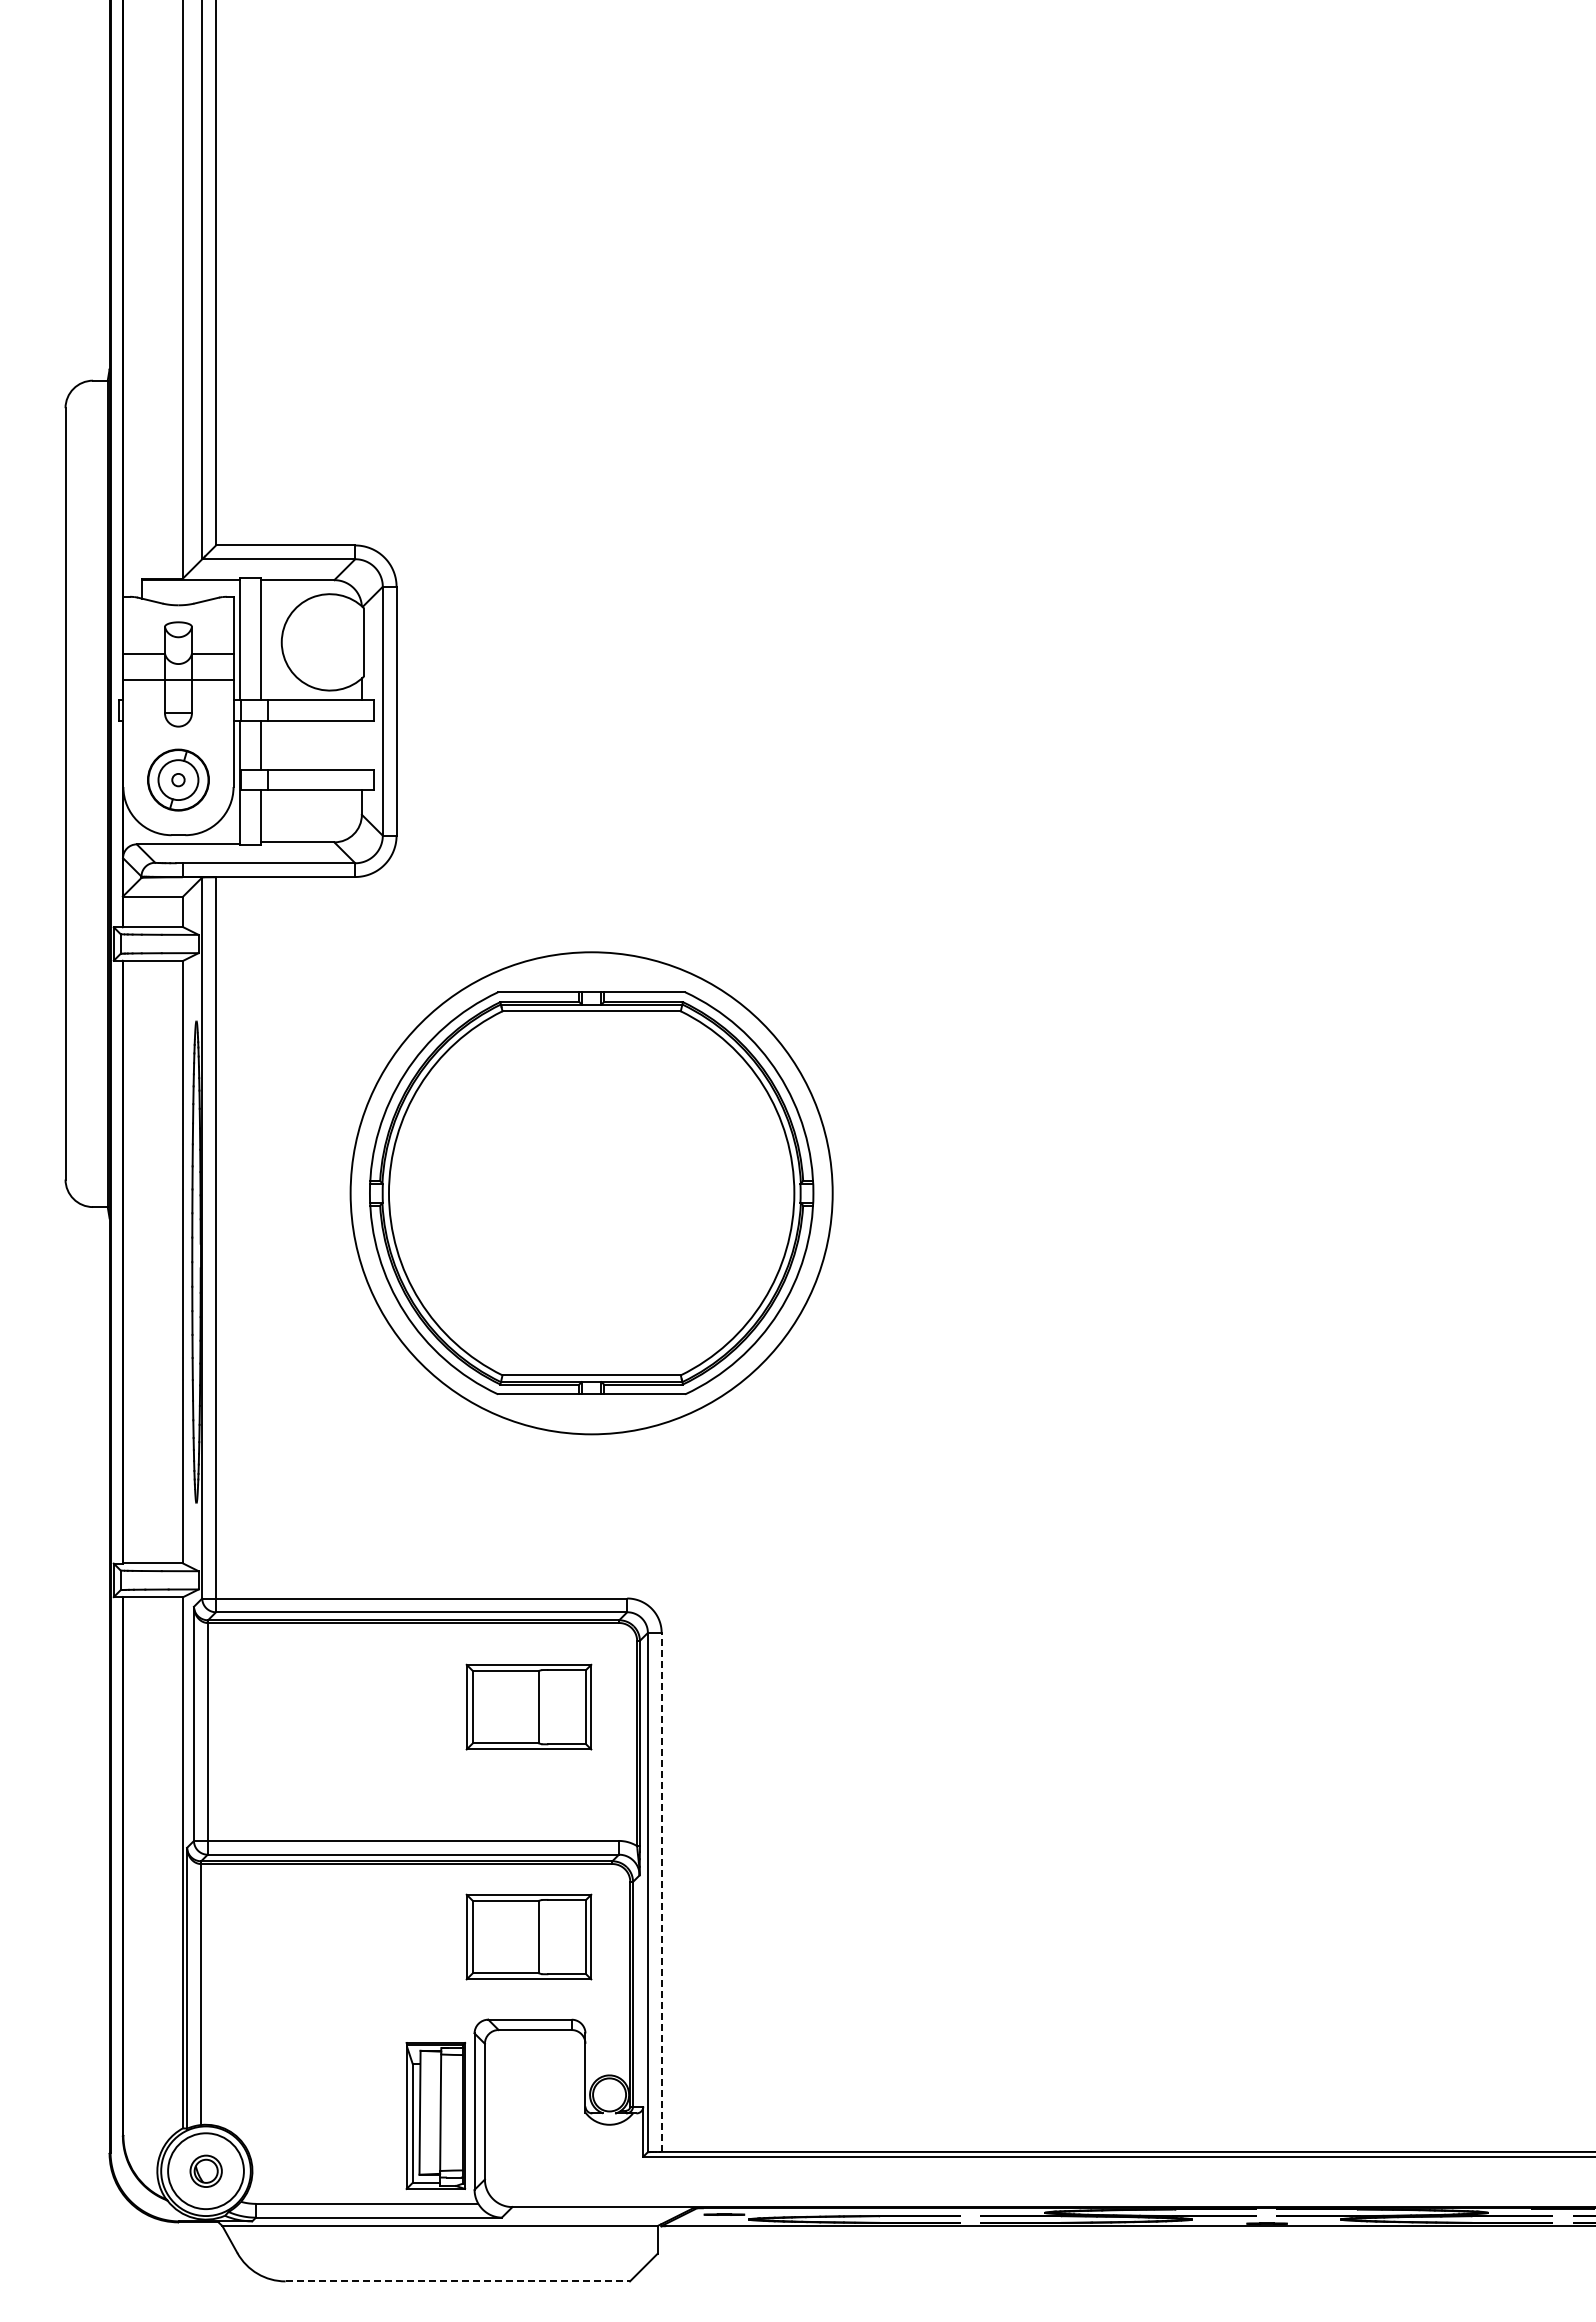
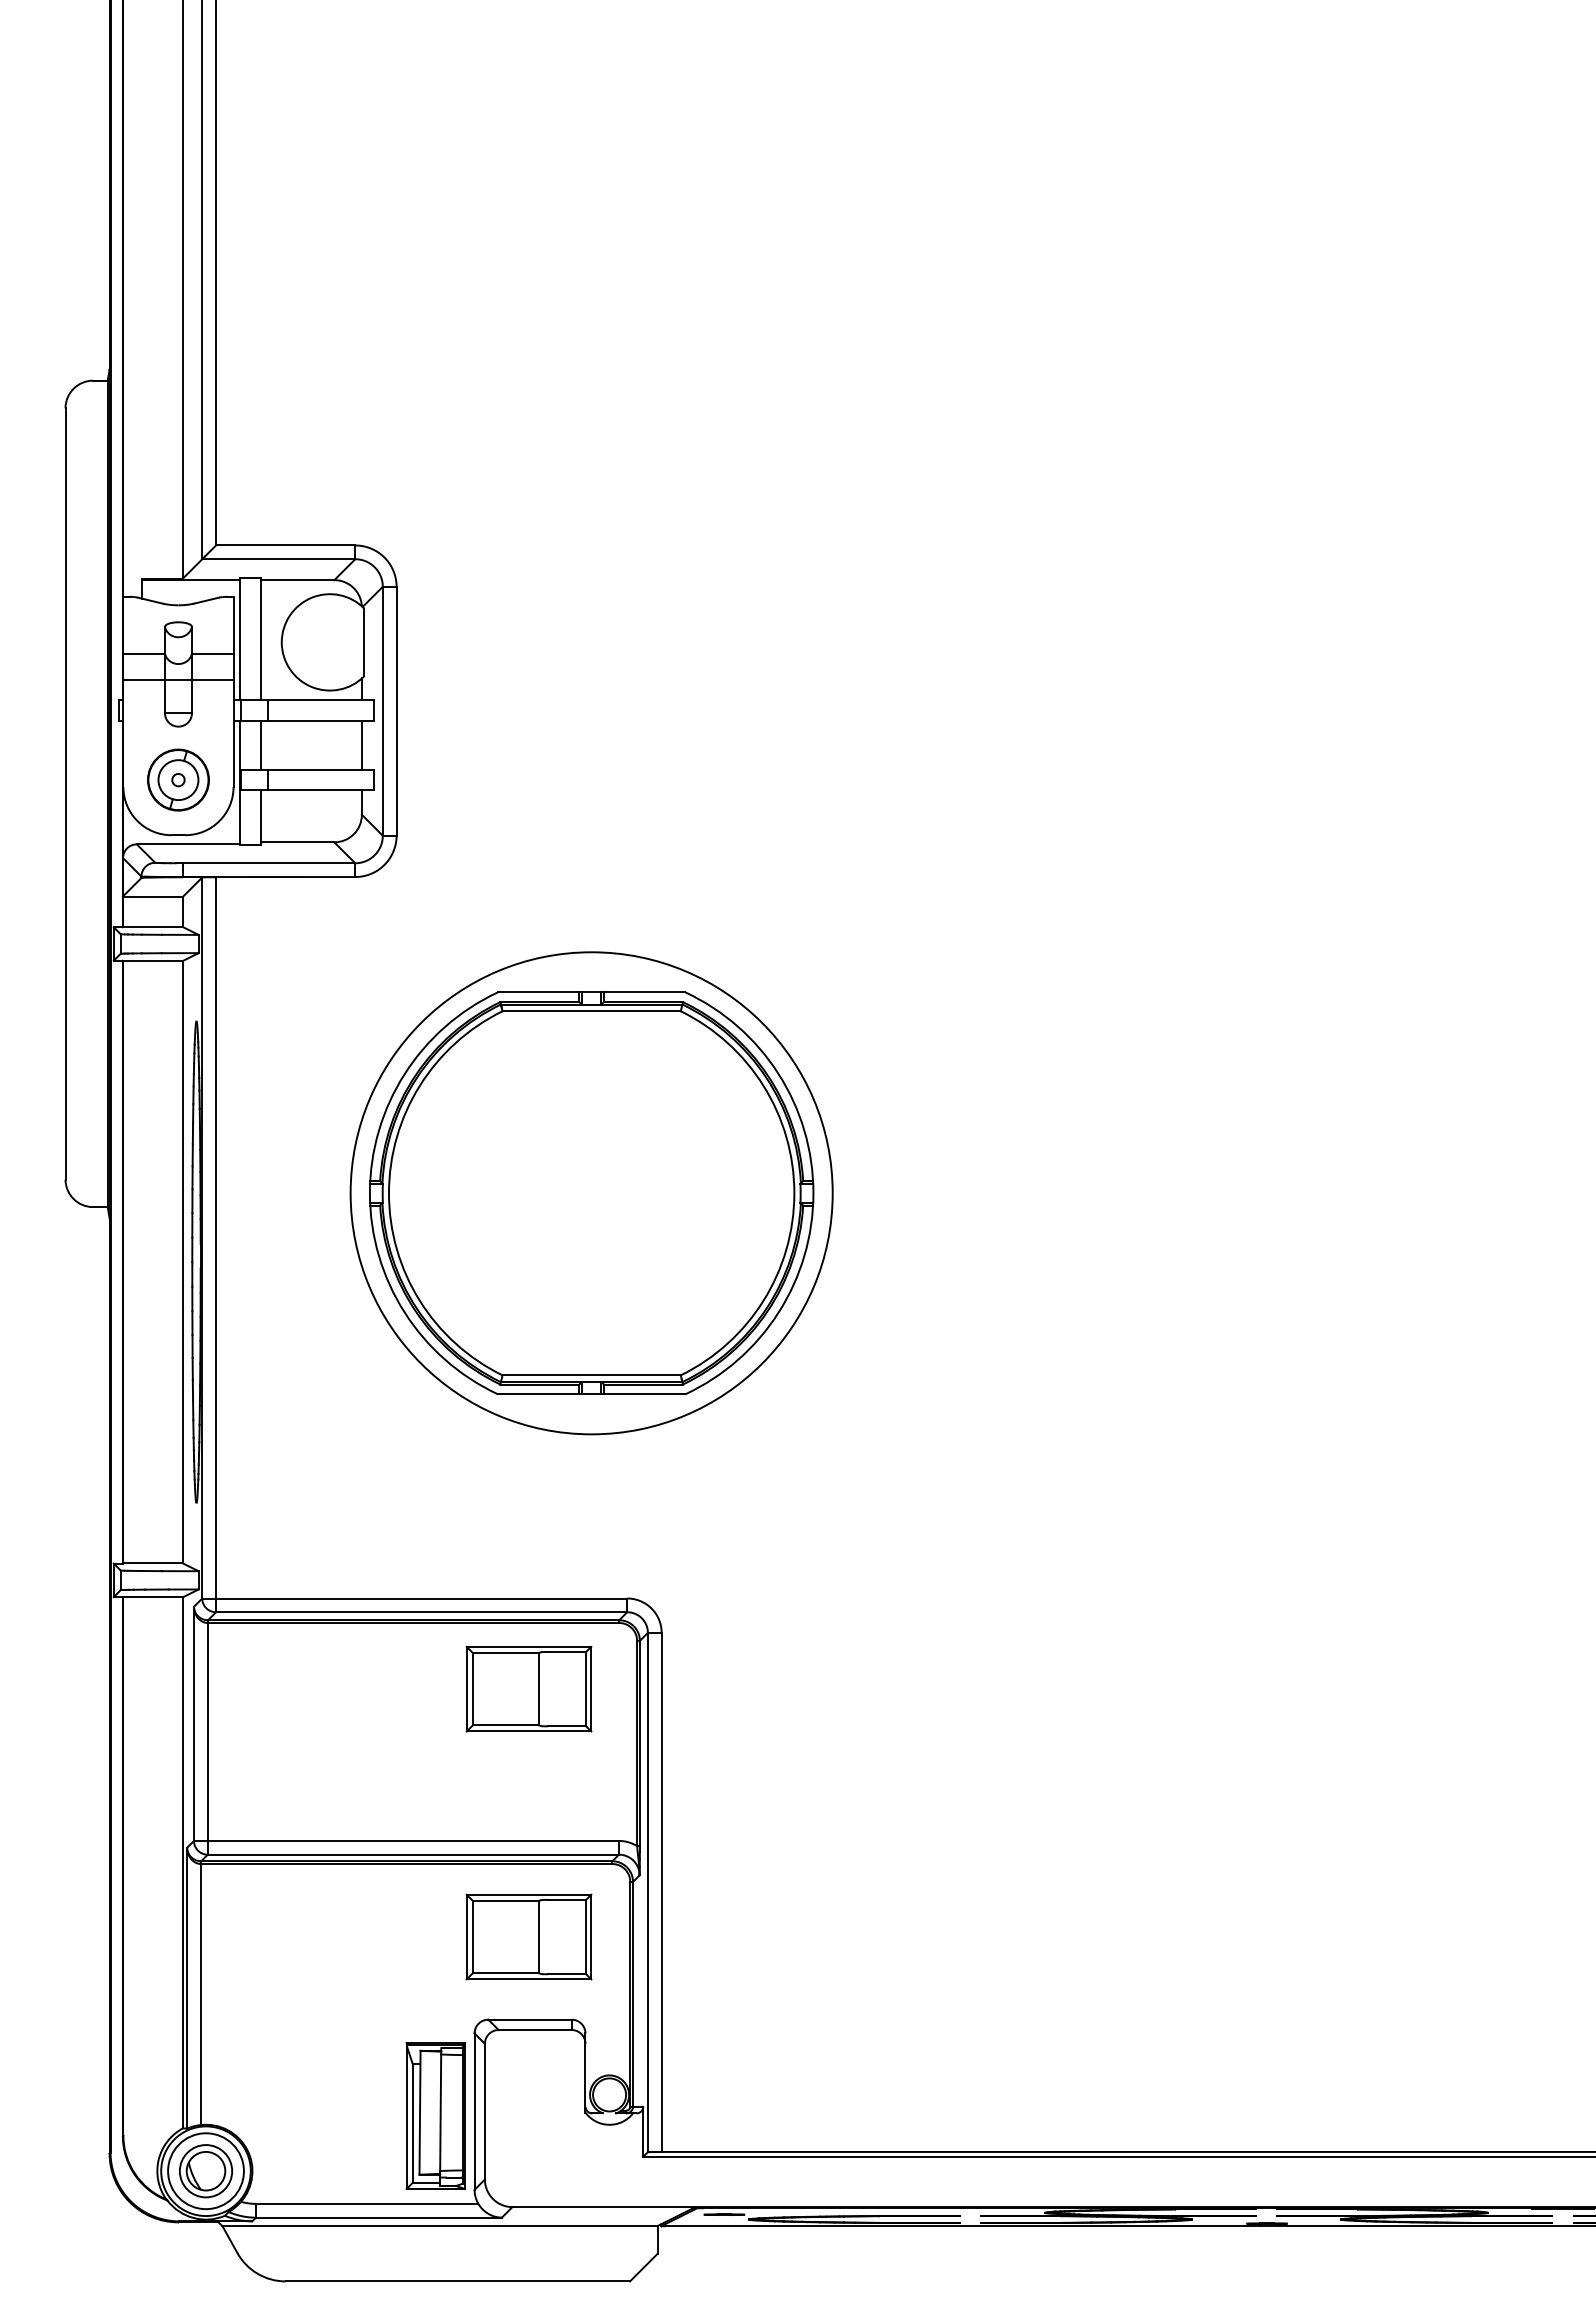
line at (361, 744): none -> present
part at (528, 1706) position: (528, 1706) -> (528, 1688)
line at (661, 1892): dashed -> solid
part at (205, 2170) size: 34x34 px -> 55x55 px
line at (458, 2281): dashed -> solid
